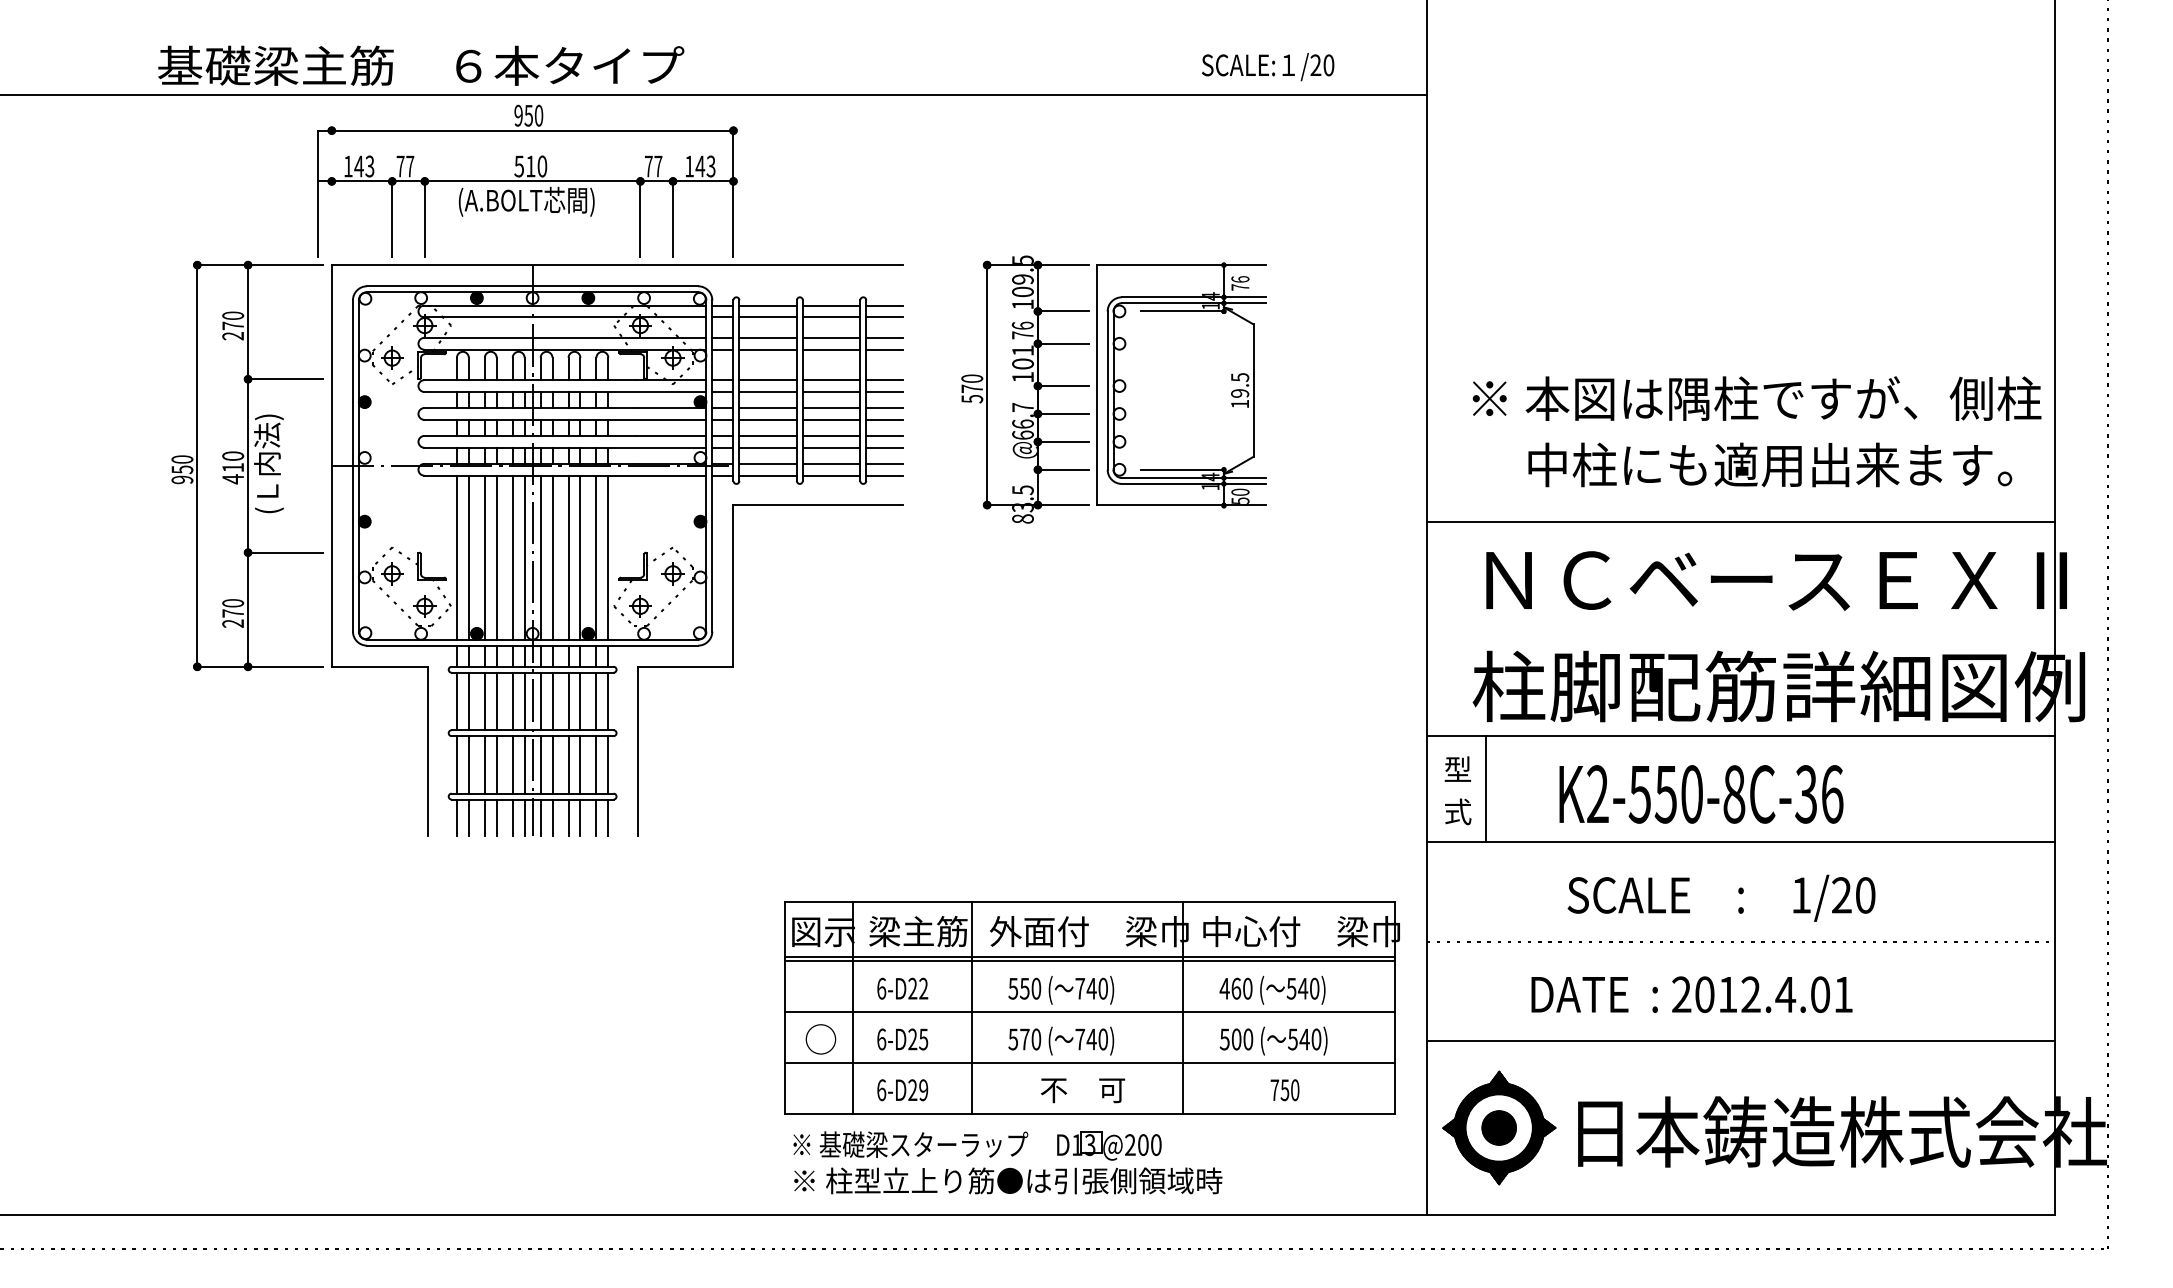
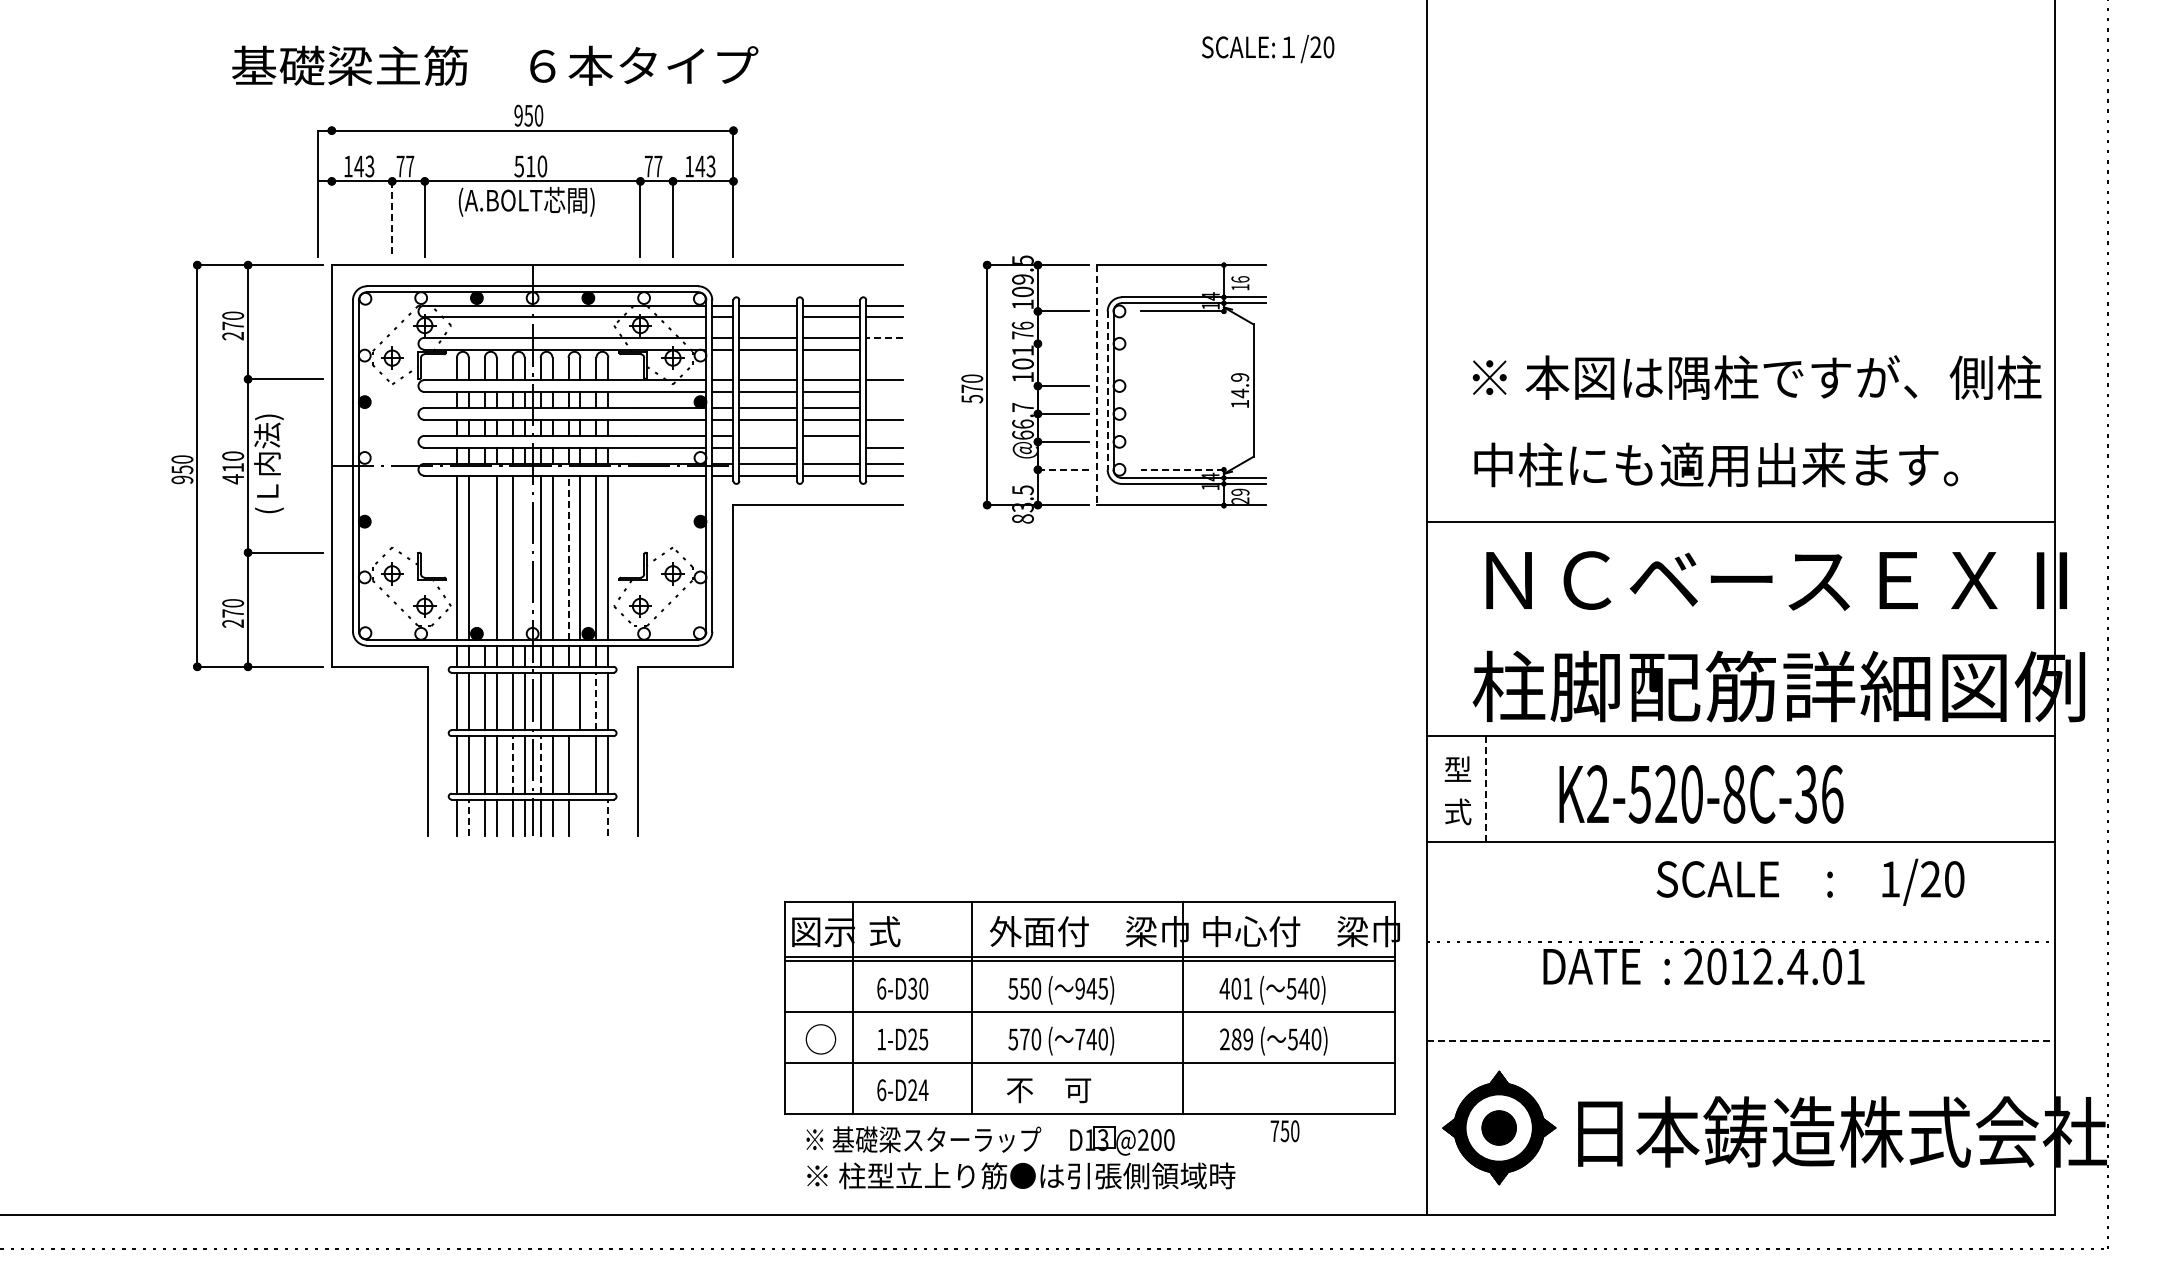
text at (421, 65) position: (421, 65) -> (495, 65)
text at (1268, 67) position: (1268, 67) -> (1268, 49)
line at (714, 95): present -> none
line at (392, 219): solid -> dashed
text at (1240, 287): 76 -> 16
line at (767, 317): present -> none
line at (883, 337): solid -> dashed
line at (1062, 343): present -> none
line at (884, 349): present -> none
line at (1097, 385): solid -> dashed
text at (1240, 385): 19.5 -> 14.9
line at (884, 391): present -> none
line at (1107, 391): solid -> dashed
text at (1756, 398) position: (1756, 398) -> (1756, 377)
line at (884, 408): present -> none
line at (767, 435): present -> none
line at (884, 435): present -> none
line at (831, 447): present -> none
text at (1770, 464) position: (1770, 464) -> (1716, 464)
line at (1063, 469): solid -> dashed
line at (1181, 469): solid -> dashed
text at (1240, 495): 50 -> 29
line at (484, 557): present -> none
line at (524, 557): present -> none
line at (568, 557): solid -> dashed
line at (568, 701): present -> none
line at (596, 701): solid -> dashed
line at (512, 764): solid -> dashed
line at (540, 764): solid -> dashed
line at (580, 764): present -> none
line at (1485, 789): solid -> dashed
text at (1665, 794): K2-550-8C-36 -> K2-520-8C-36
line at (468, 817): solid -> dashed
line at (580, 817): present -> none
line at (596, 817): present -> none
line at (608, 817): solid -> dashed
text at (1721, 897) position: (1721, 897) -> (1810, 881)
text at (918, 931): 梁主筋 -> 式
text at (918, 988): 6-D22 -> 6-D30
text at (1091, 988): 740) -> 945)
text at (1241, 988): 460 -> 401
text at (1691, 994) position: (1691, 994) -> (1703, 966)
text at (881, 1039): 6-D25 -> 1-D25
text at (1236, 1039): 500 -> 289
line at (1741, 1040): solid -> dashed
text at (923, 1090): 6-D29 -> 6-D24
text at (1083, 1090) position: (1083, 1090) -> (1049, 1090)
text at (1284, 1090) position: (1284, 1090) -> (1284, 1131)
part at (1007, 1162) position: (1007, 1162) -> (1020, 1157)
